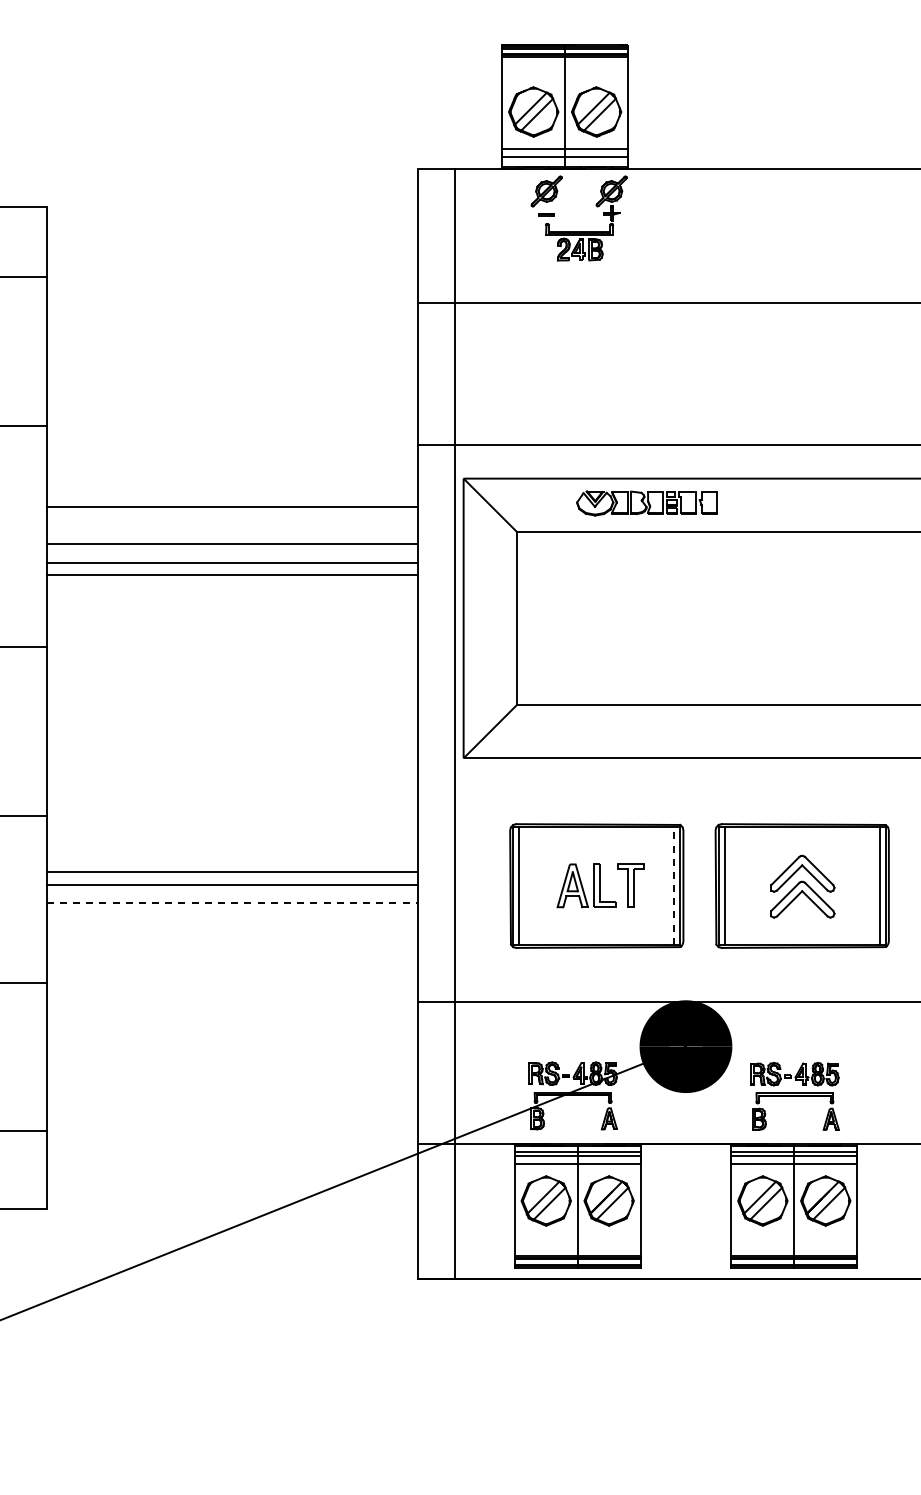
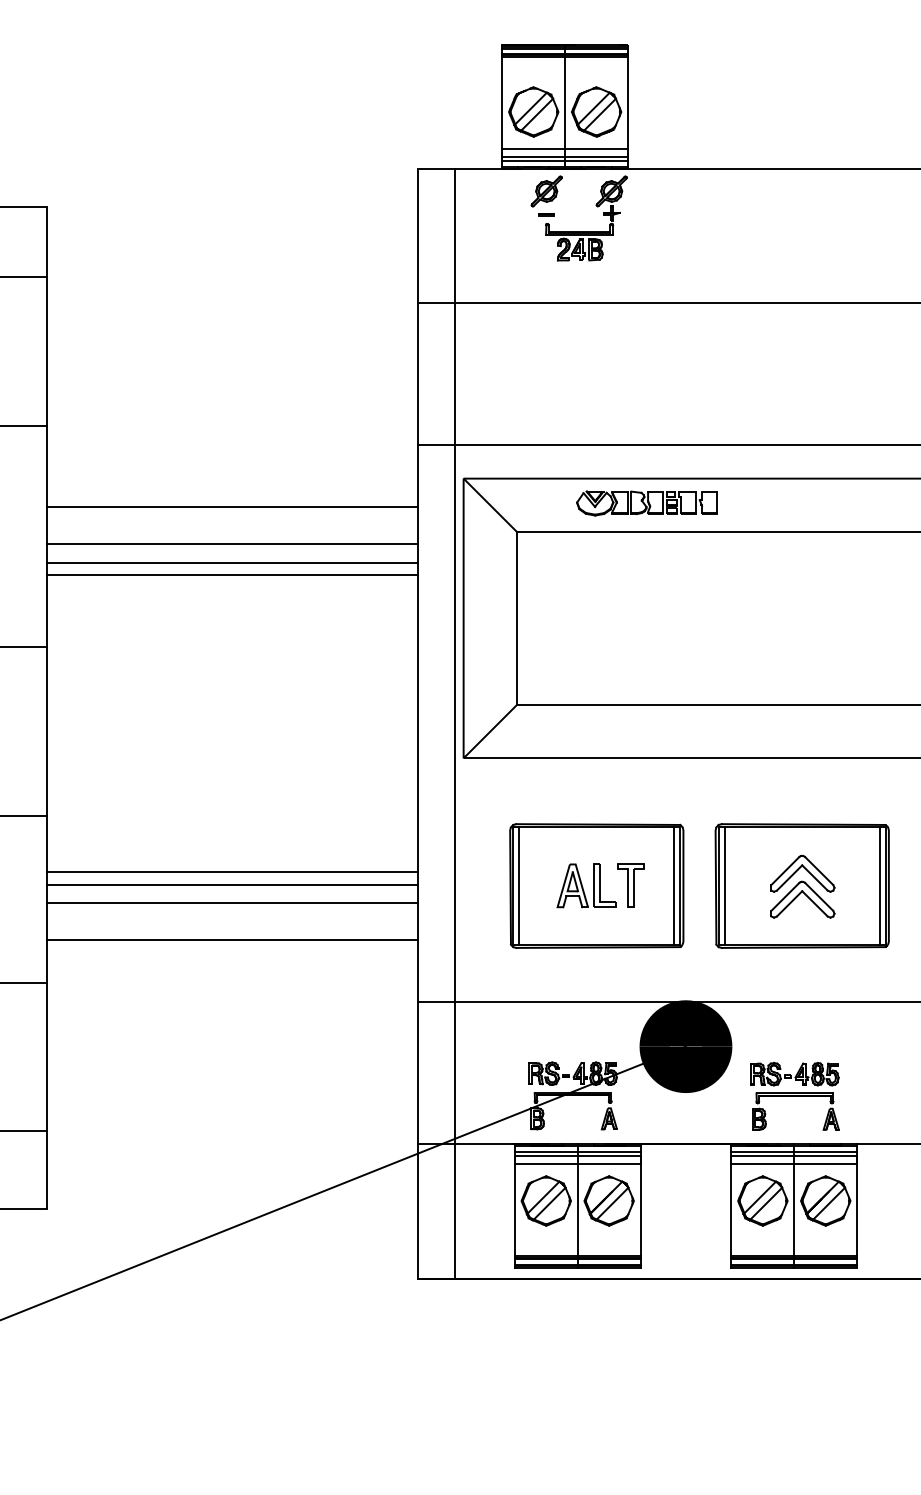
line at (565, 161): none -> present
line at (674, 886): dashed -> solid
line at (232, 903): dashed -> solid
line at (231, 940): none -> present
